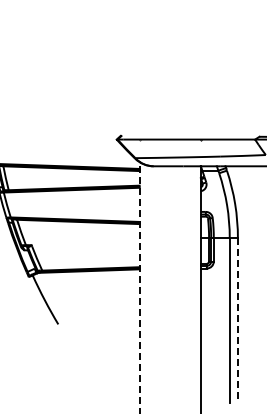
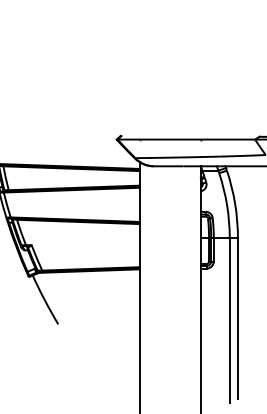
line at (139, 288): dashed -> solid
line at (237, 318): dashed -> solid
